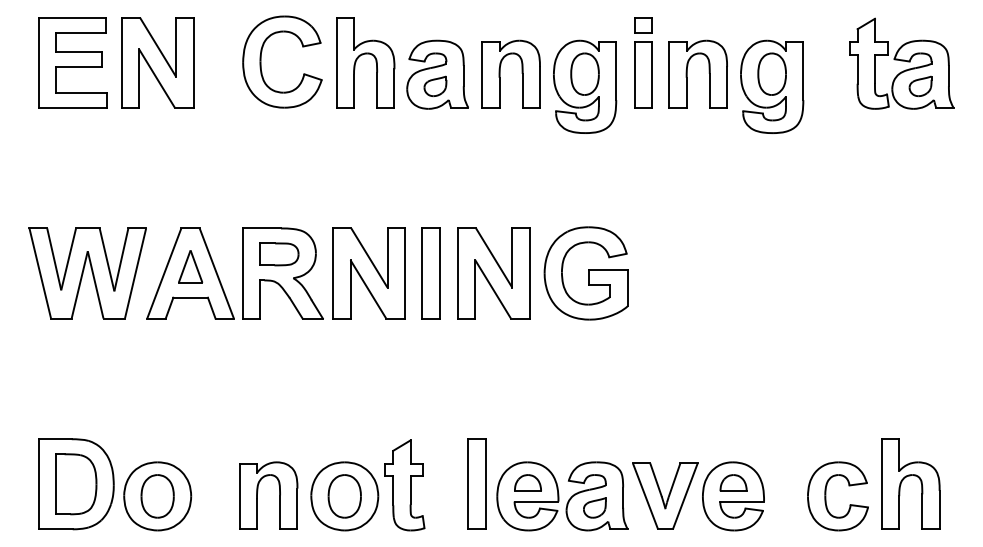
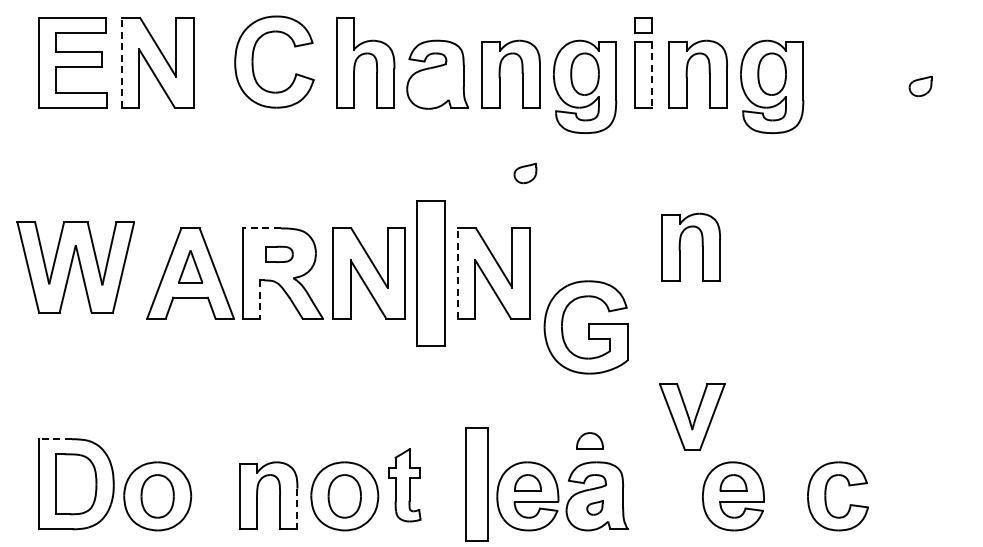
part at (261, 61) position: (261, 61) -> (253, 61)
line at (121, 62): solid -> dashed
part at (901, 63): present -> none
line at (652, 74): solid -> dashed
part at (435, 85) position: (435, 85) -> (525, 172)
line at (262, 228): solid -> dashed
part at (680, 246): none -> present
part at (279, 254) size: 41x25 px -> 29x18 px
part at (87, 273) position: (87, 273) -> (75, 267)
part at (430, 273) size: 20x93 px -> 30x147 px
line at (458, 273): solid -> dashed
part at (585, 273) position: (585, 273) -> (585, 327)
line at (260, 299): solid -> dashed
line at (55, 439): solid -> dashed
part at (589, 440): none -> present
part at (910, 476): present -> none
part at (476, 483) size: 20x92 px -> 24x115 px
part at (404, 485) size: 42x93 px -> 34x75 px
part at (665, 495) position: (665, 495) -> (692, 416)
part at (594, 507) size: 24x22 px -> 18x16 px
line at (297, 509): solid -> dashed
